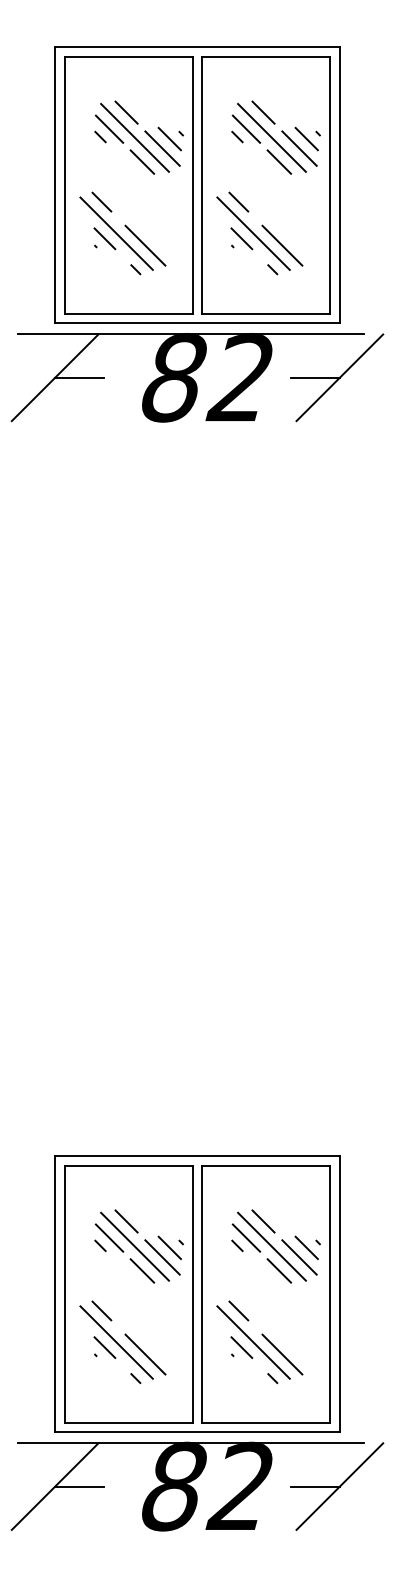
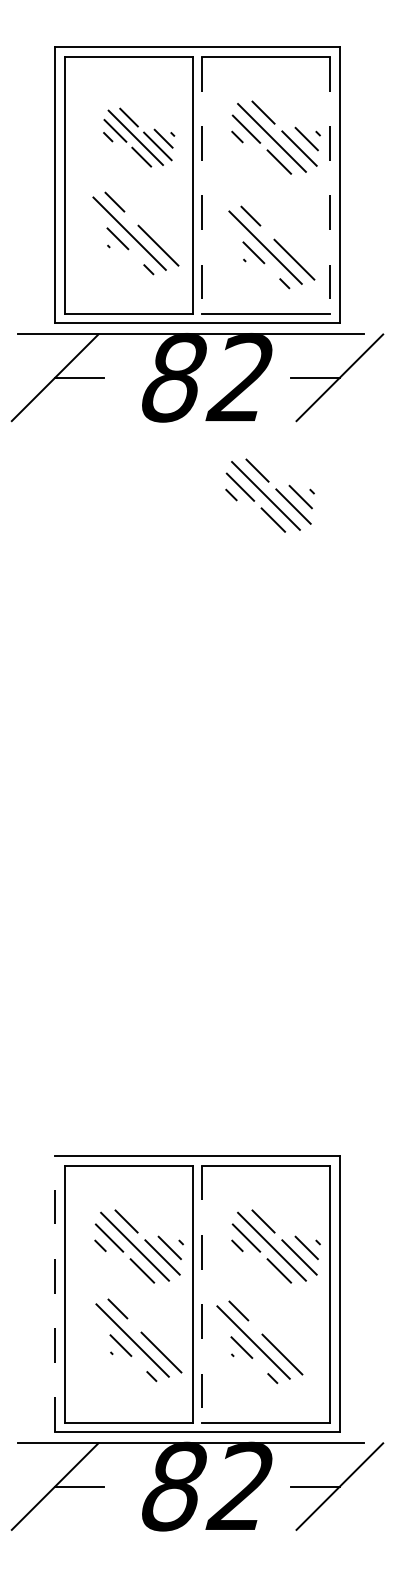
part at (138, 137) size: 90x75 px -> 73x61 px
line at (202, 185): solid -> dashed
line at (330, 185): solid -> dashed
part at (122, 233) position: (122, 233) -> (135, 233)
part at (259, 233) position: (259, 233) -> (271, 247)
part at (269, 495): none -> present
line at (55, 1294): solid -> dashed
line at (202, 1294): solid -> dashed
part at (122, 1342) position: (122, 1342) -> (138, 1340)
